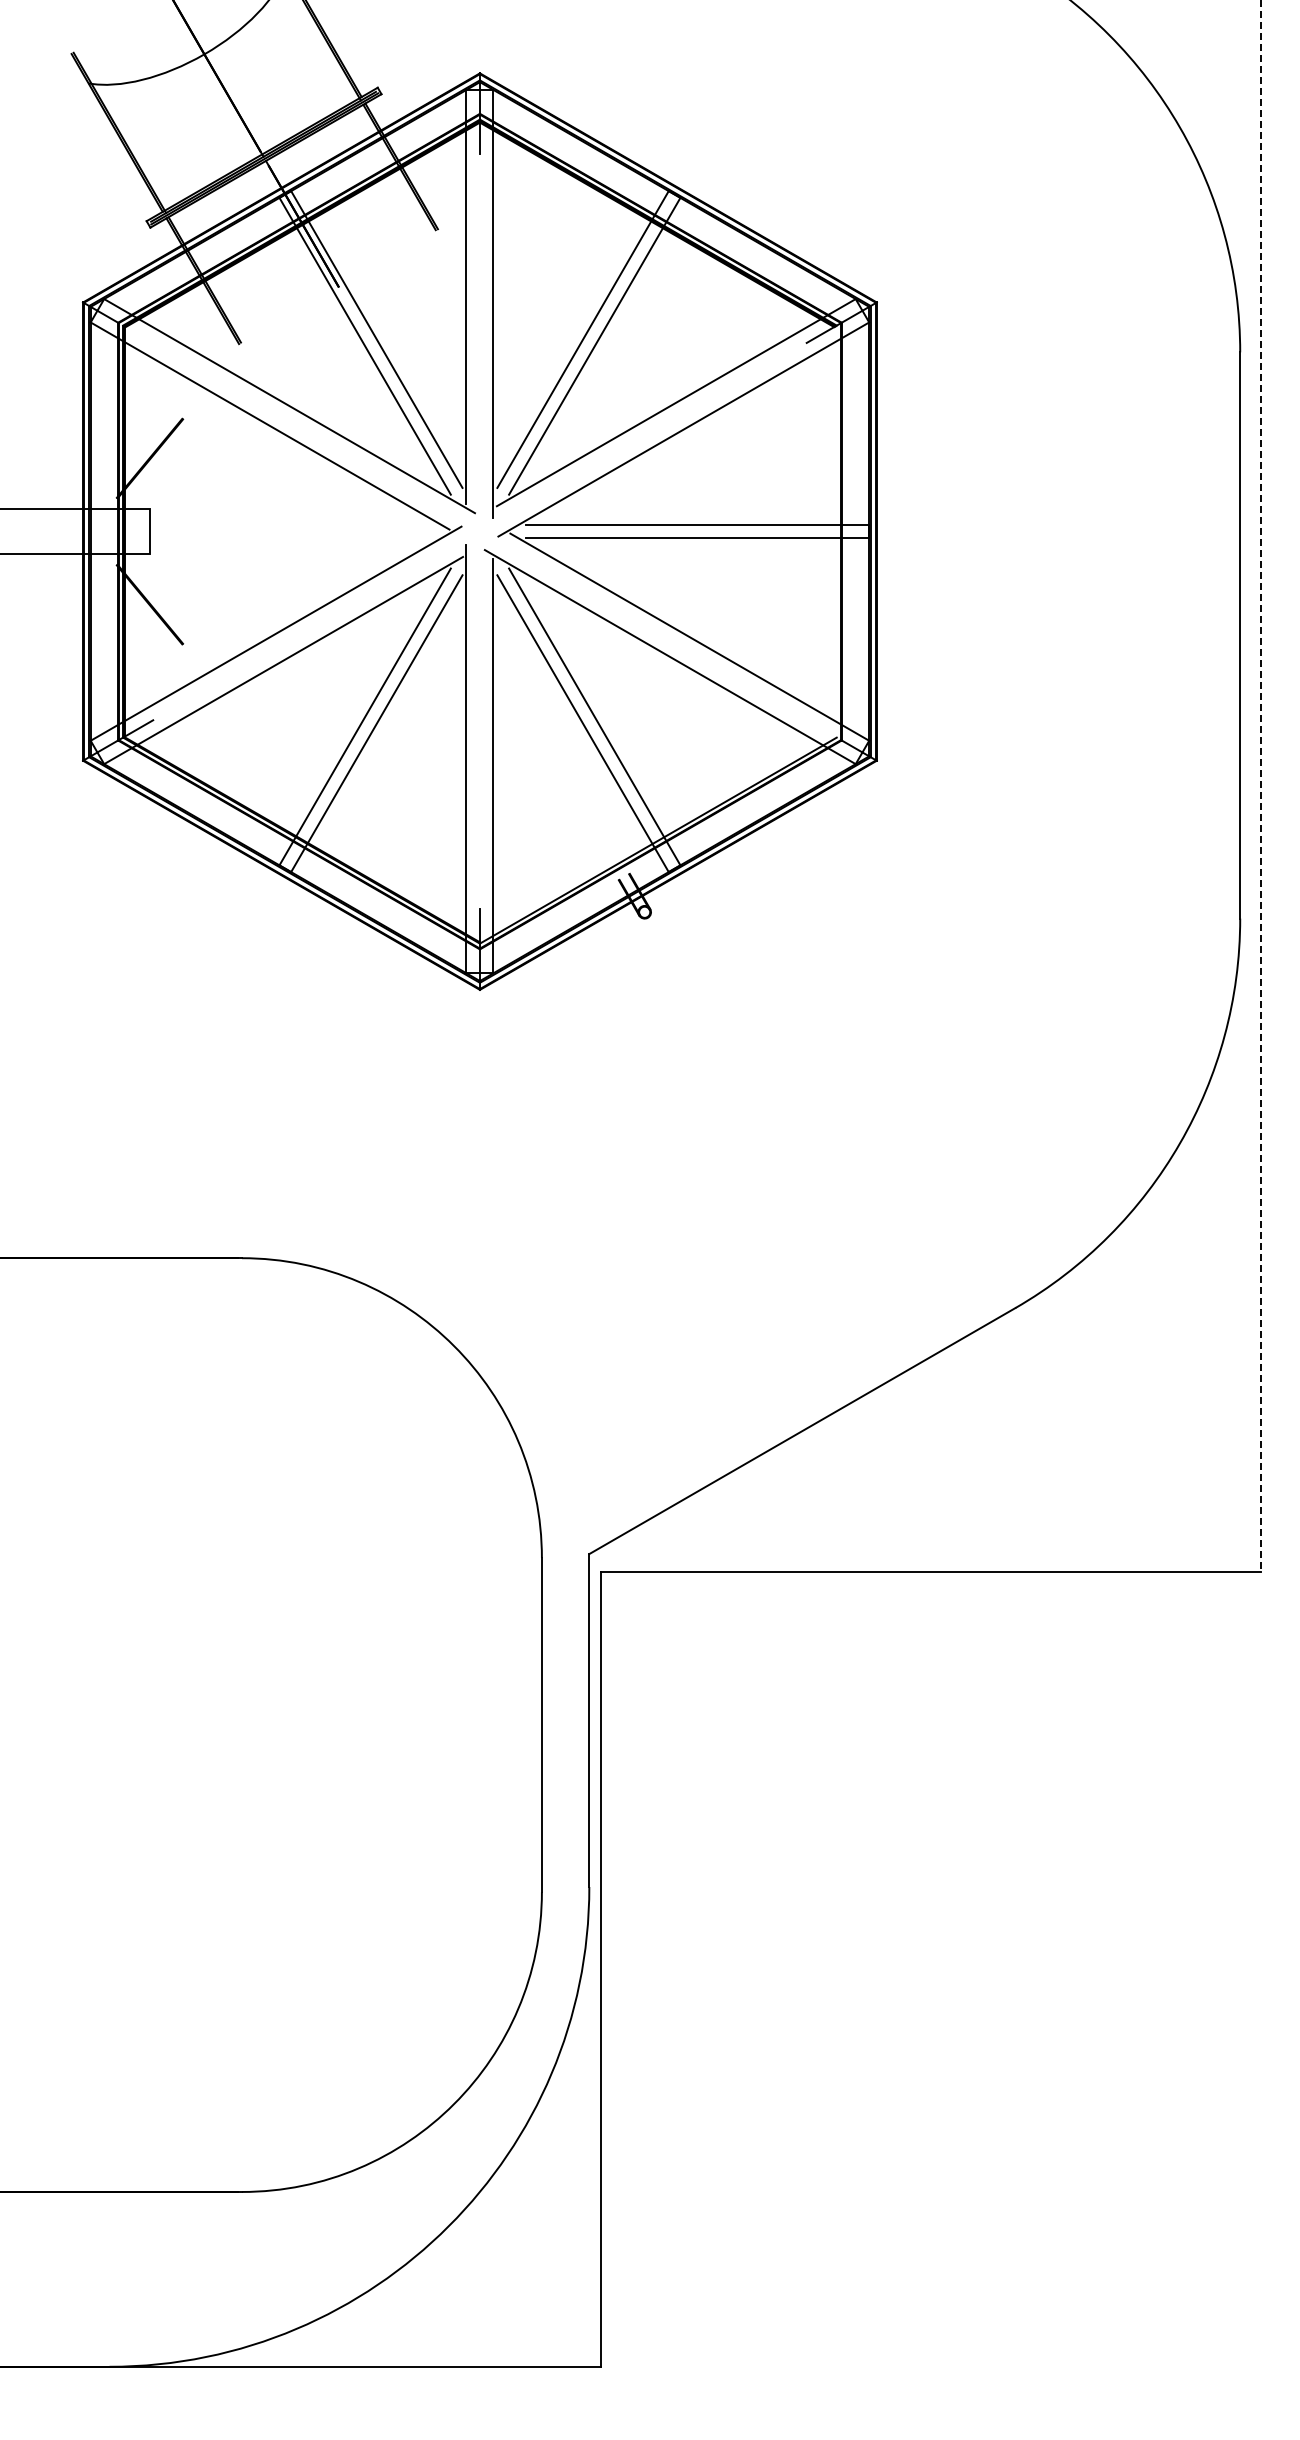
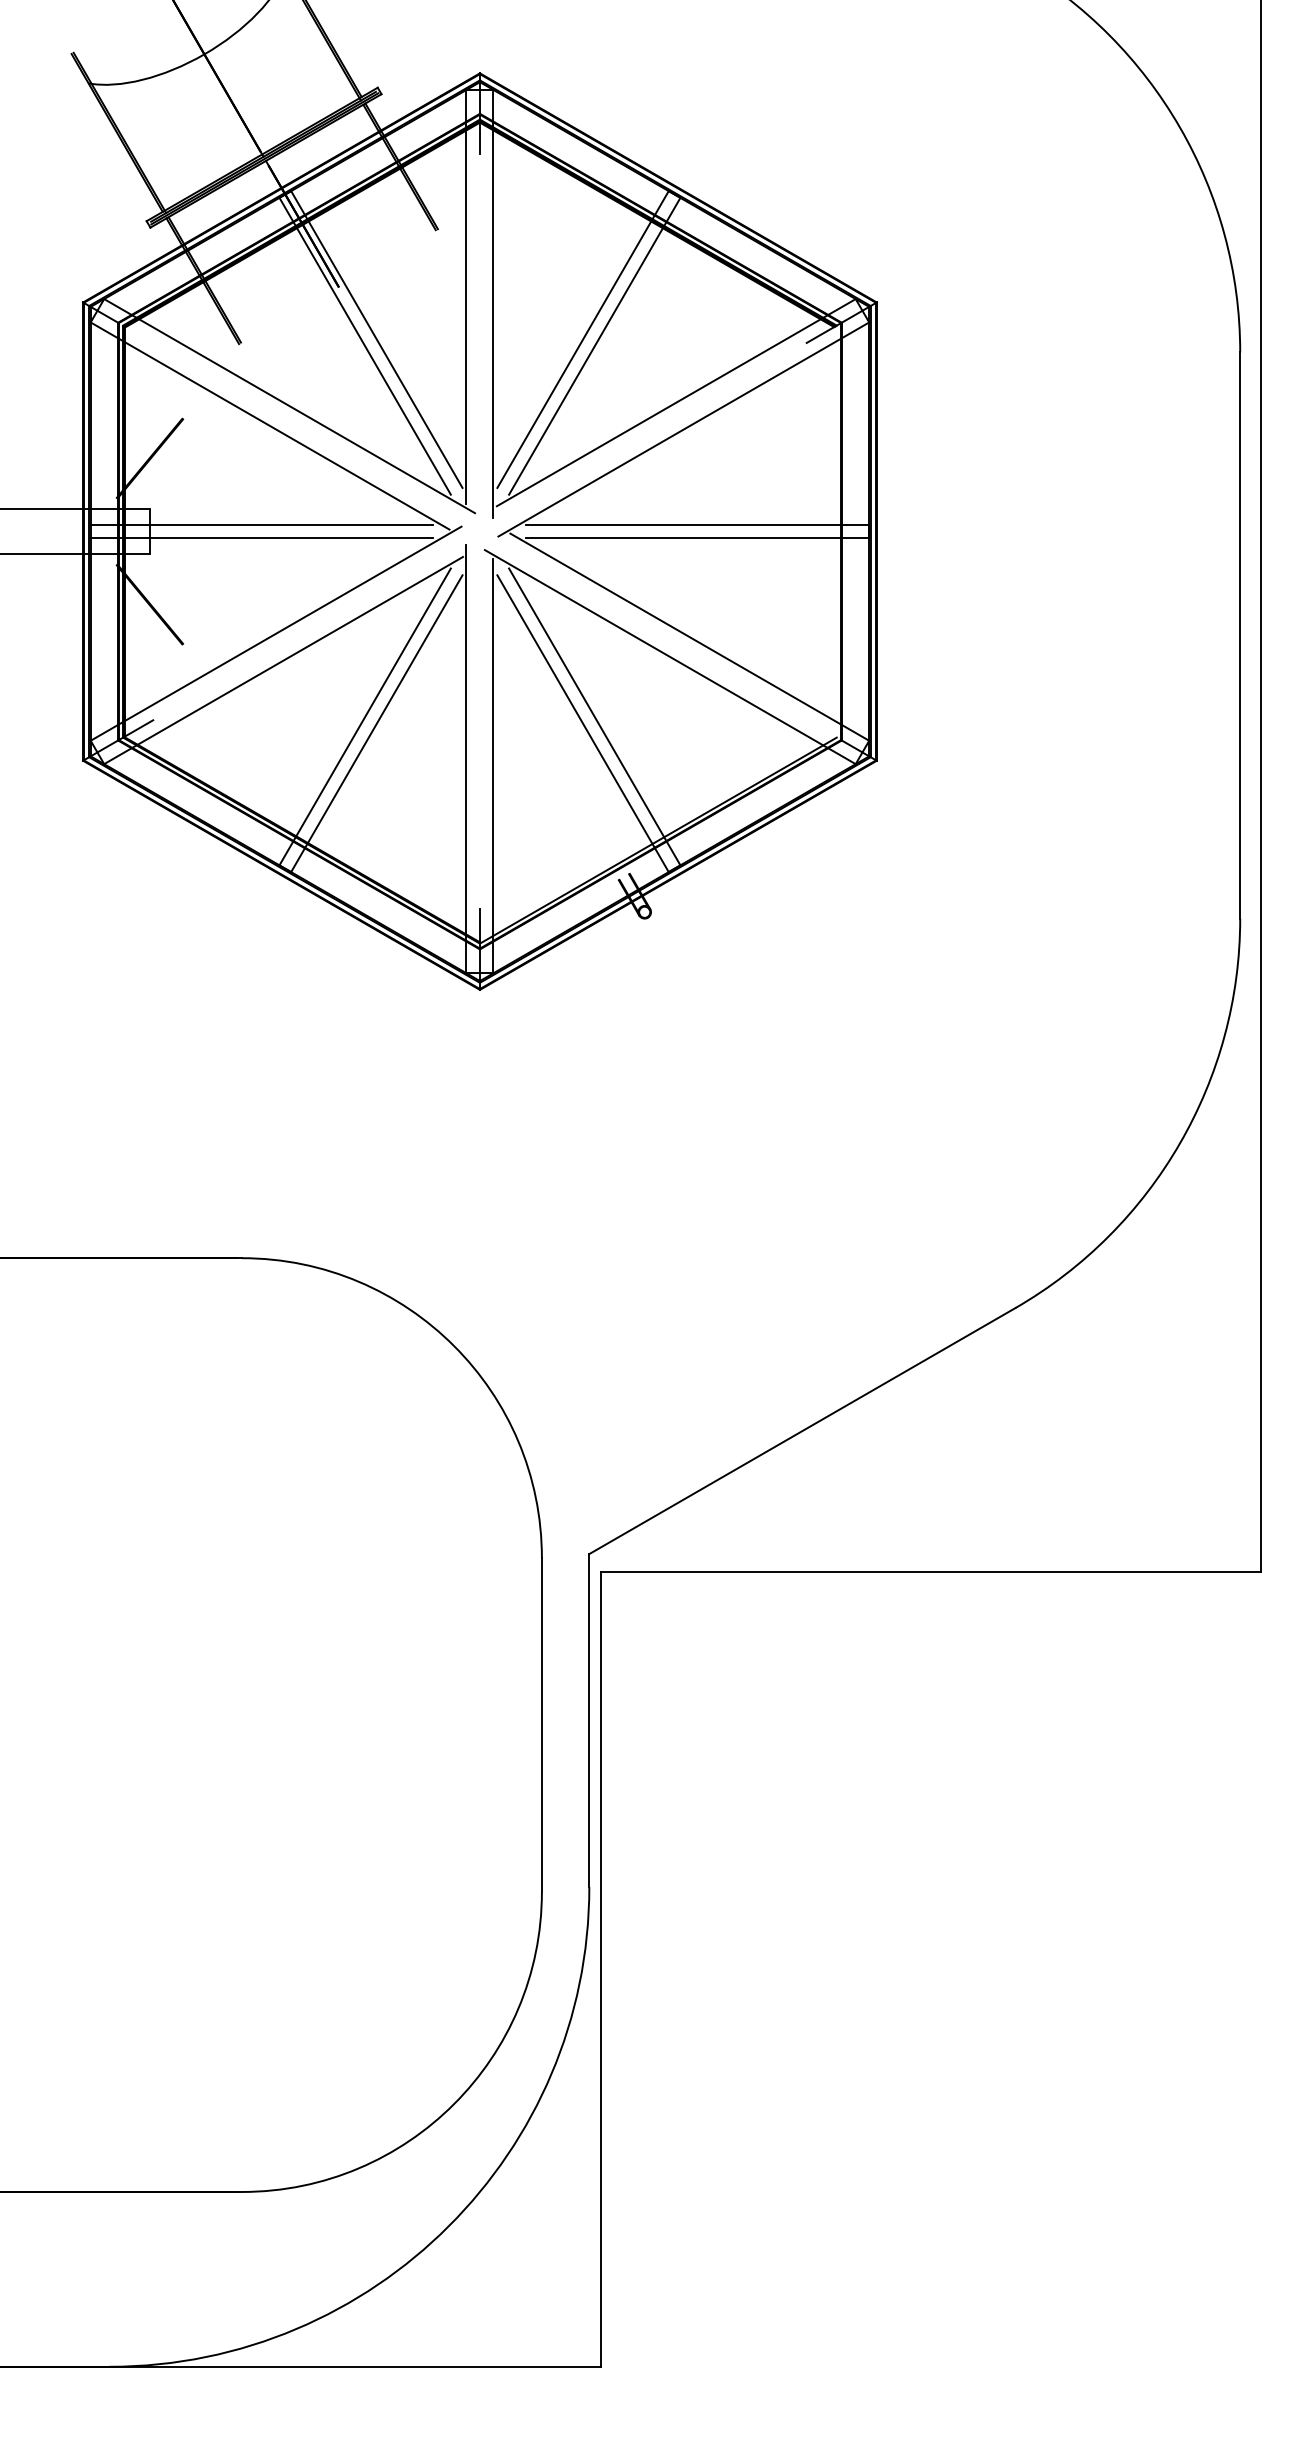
line at (261, 524): none -> present
line at (261, 538): none -> present
line at (1261, 786): dashed -> solid
